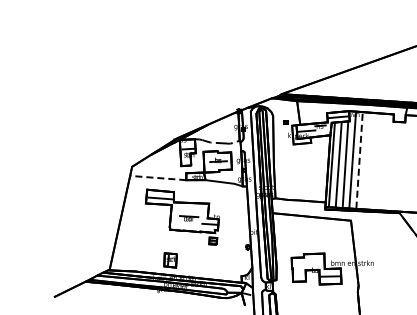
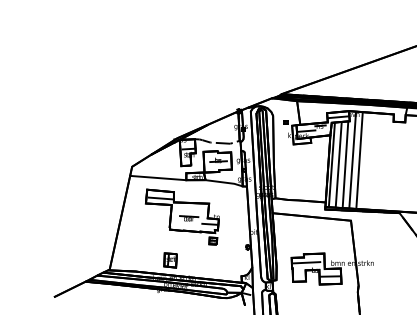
line at (359, 160): dashed -> solid
line at (157, 178): dashed -> solid
line at (306, 262): none -> present
